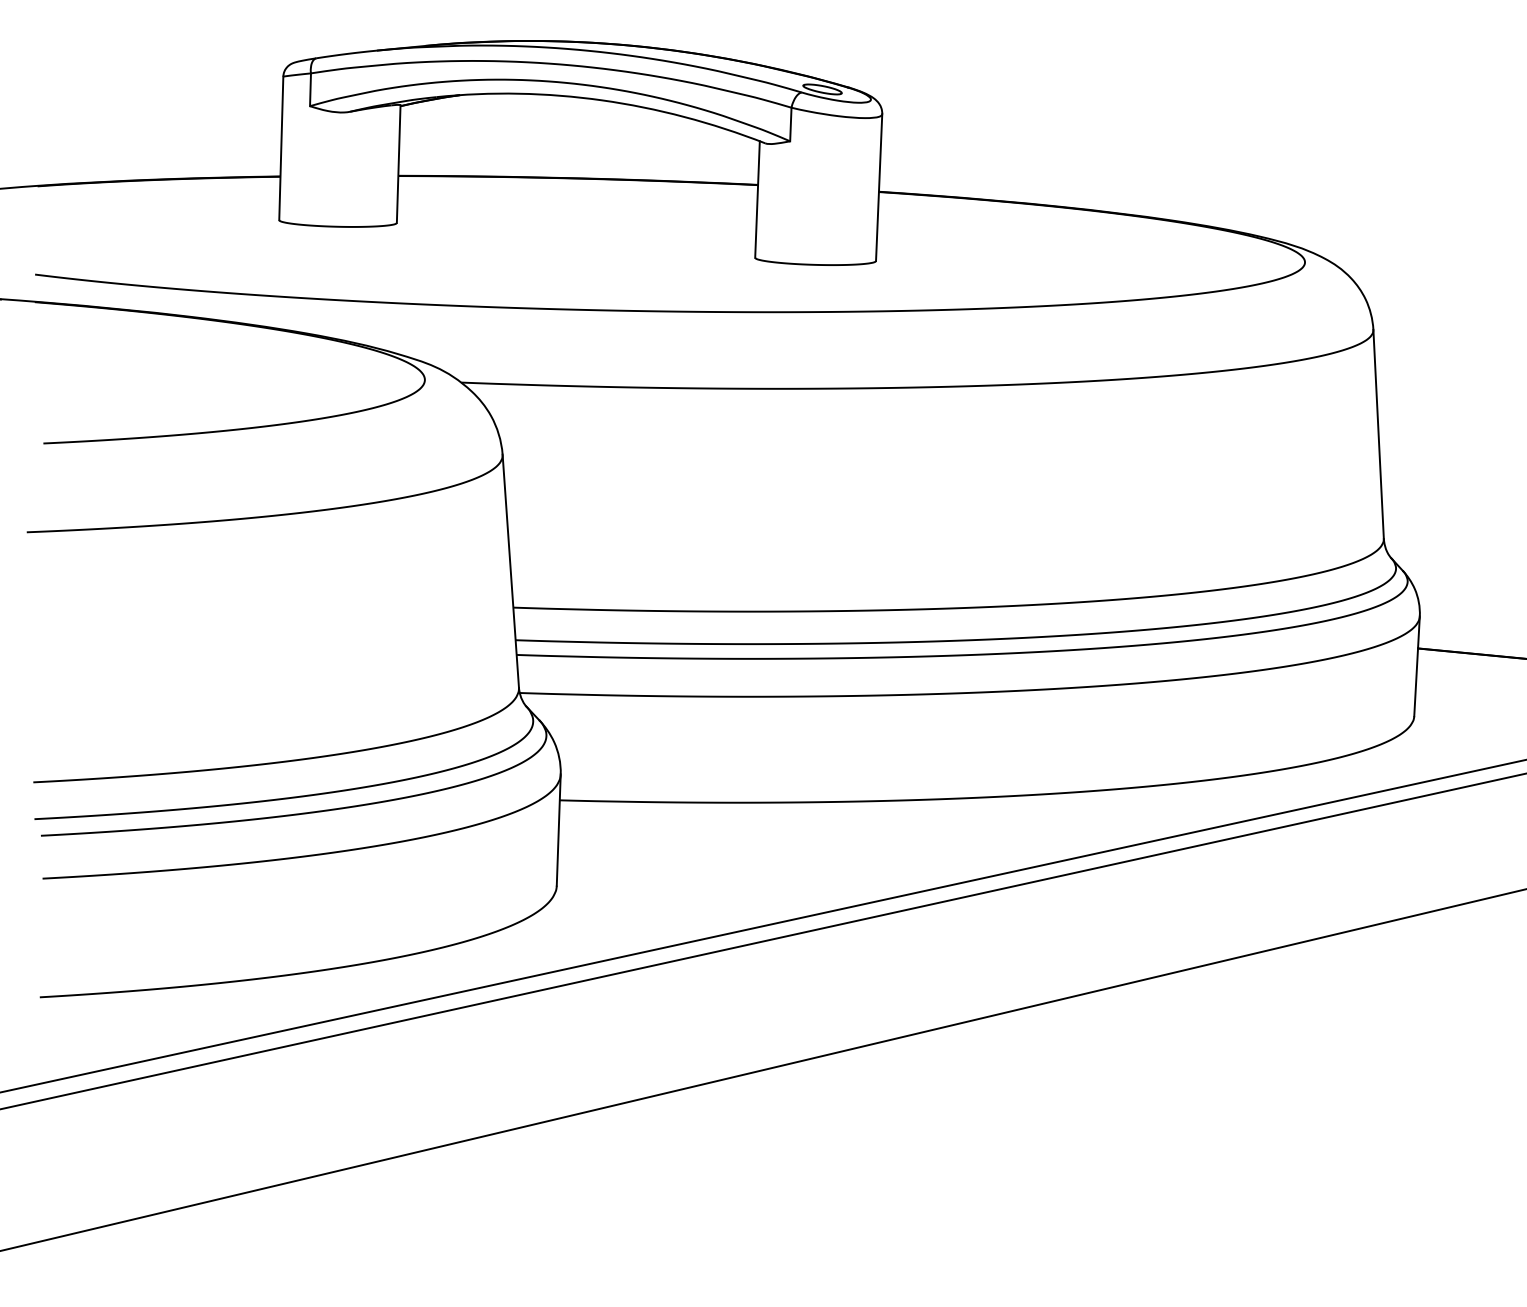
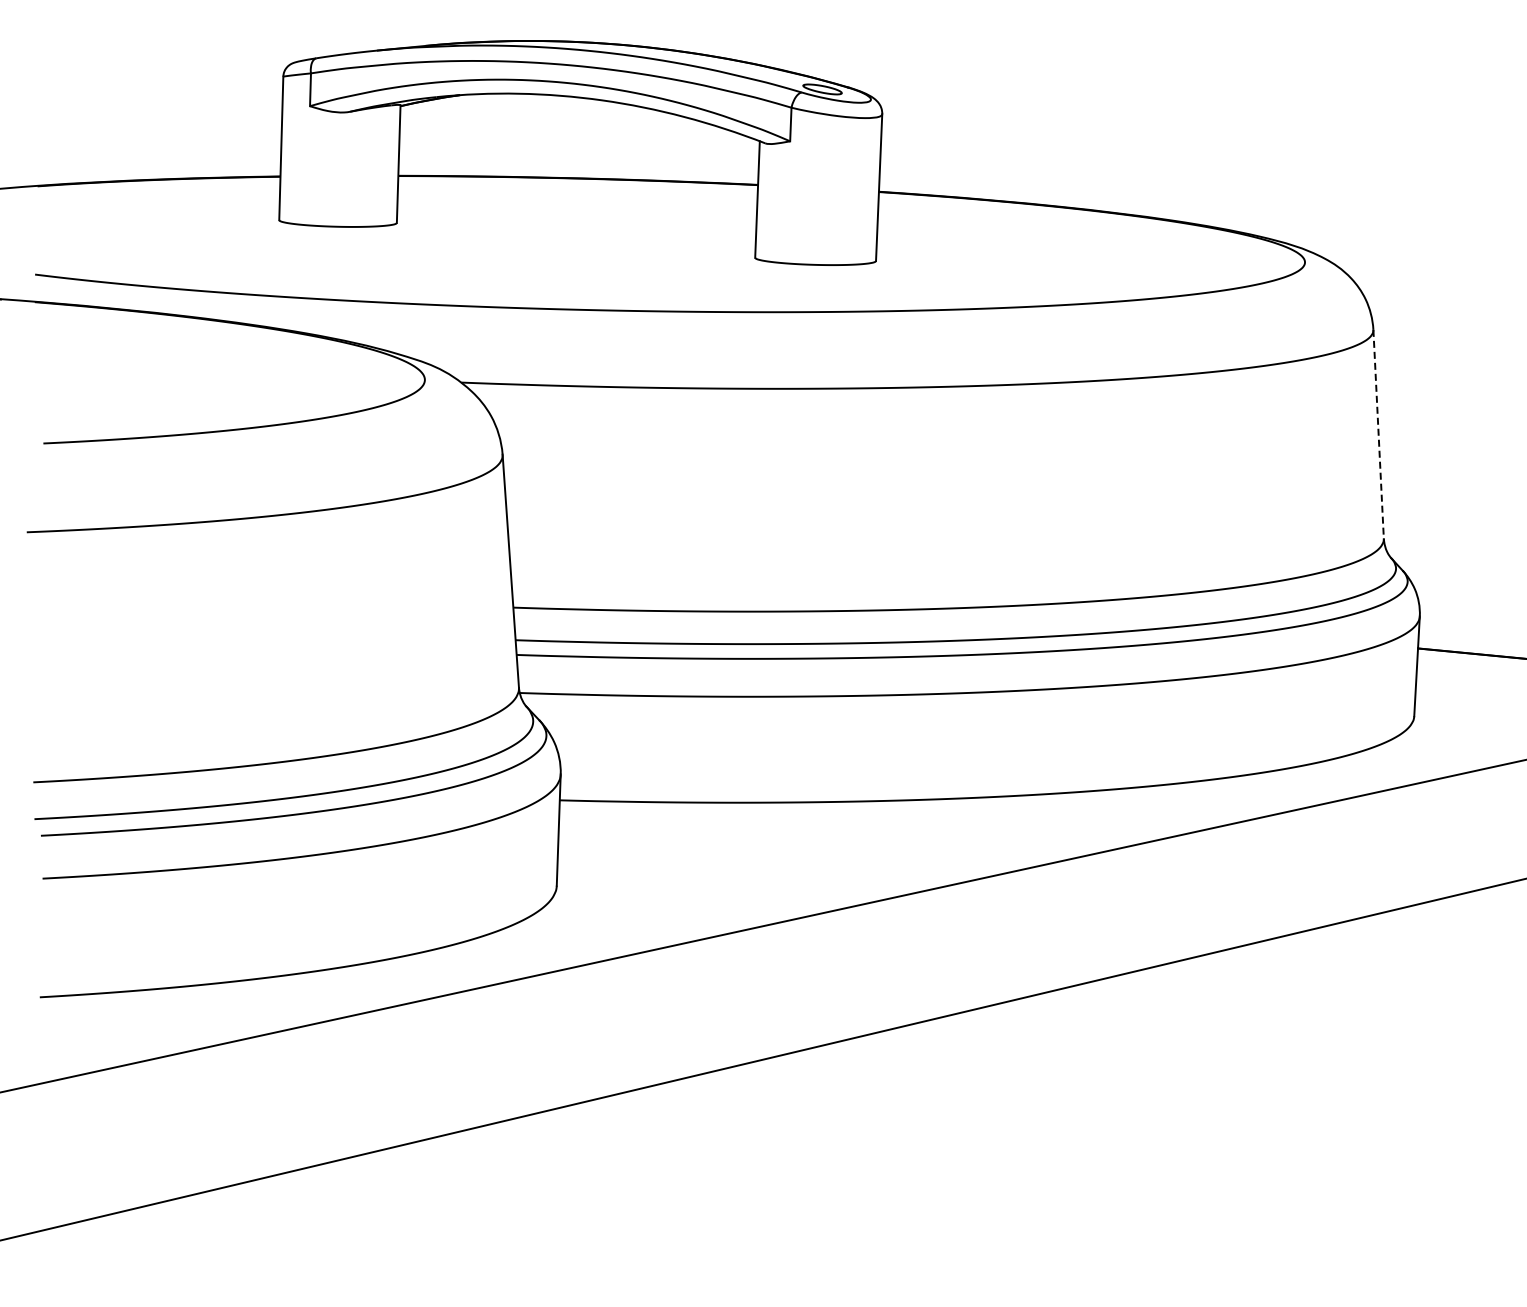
line at (1378, 434): solid -> dashed
line at (762, 941): present -> none
line at (762, 1069) position: (762, 1069) -> (762, 1059)
